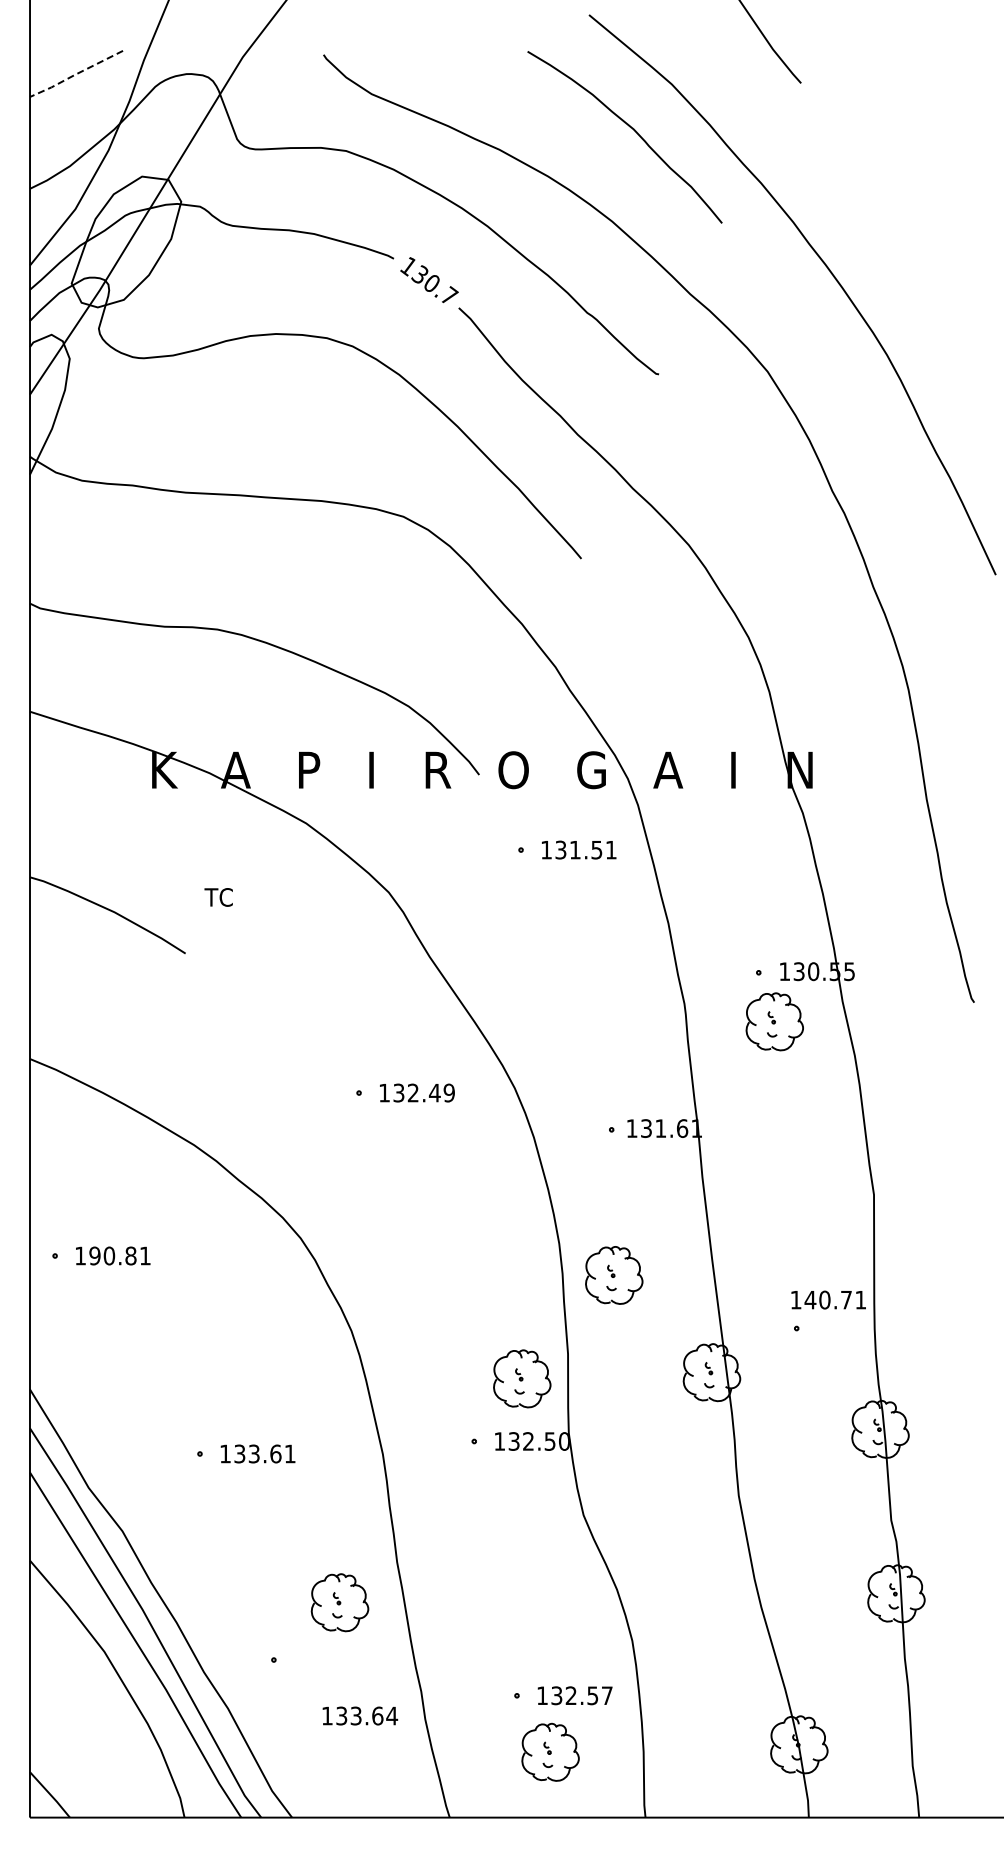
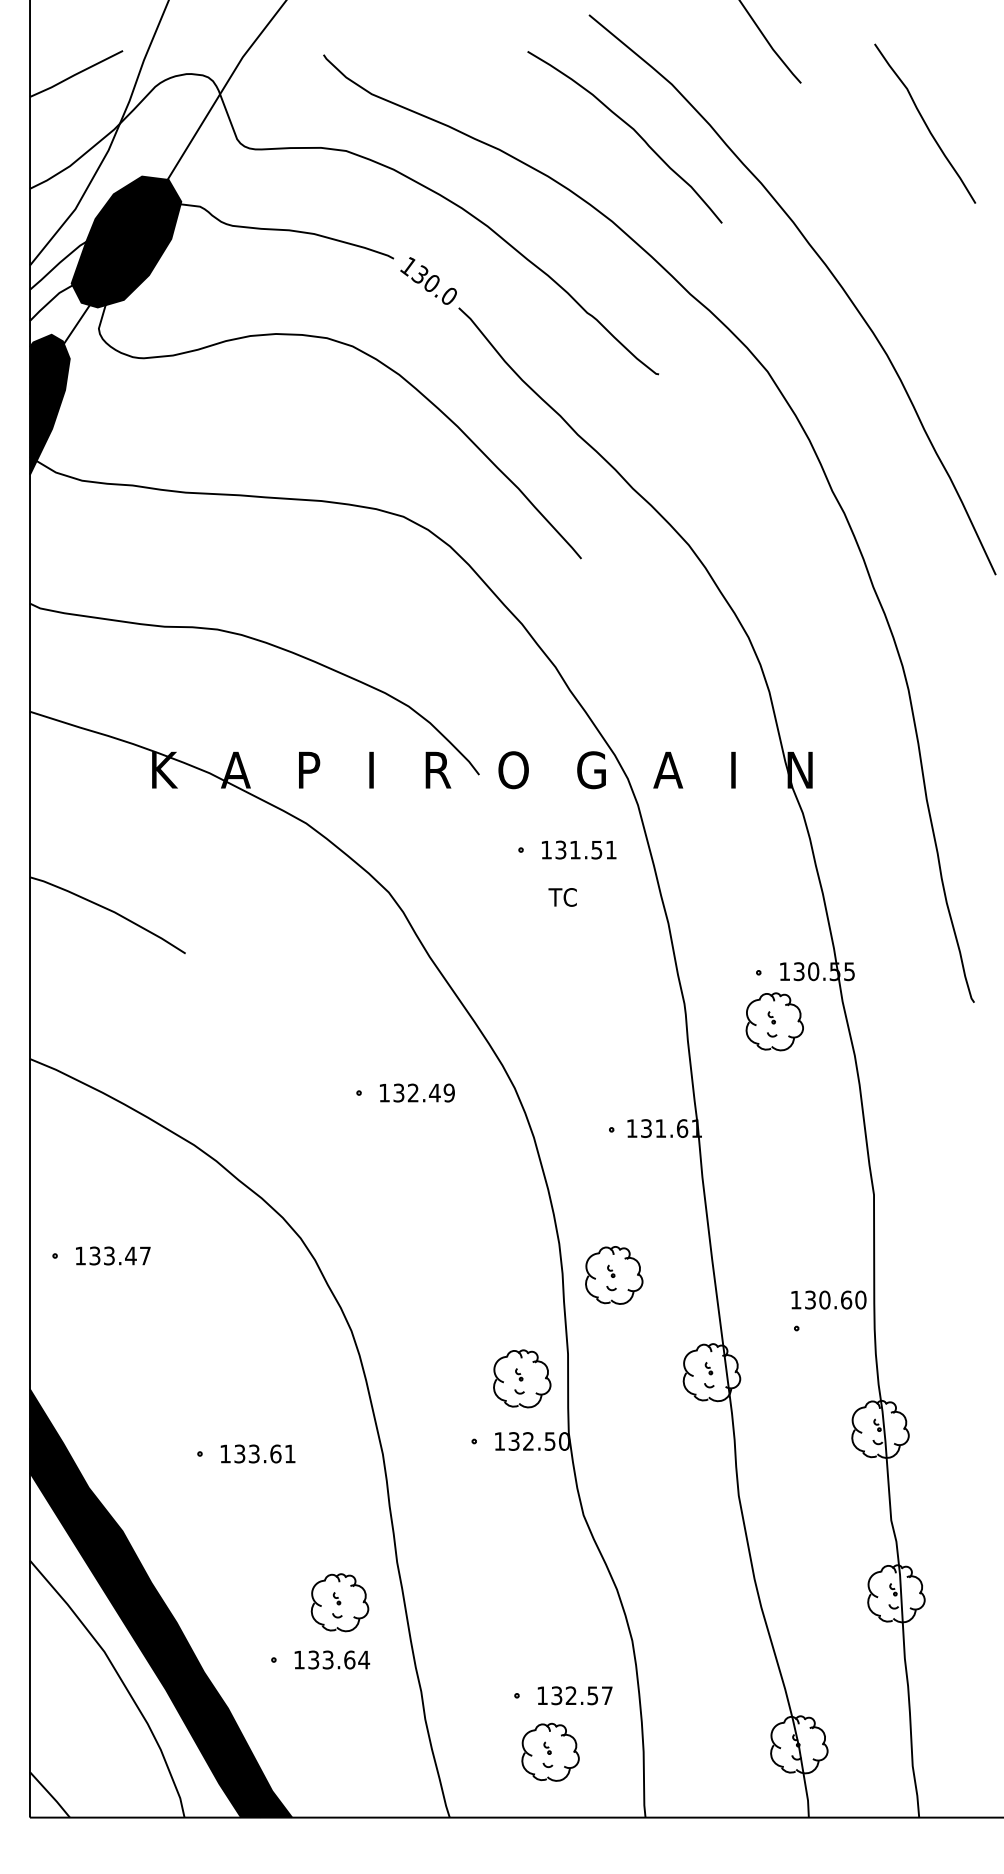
line at (75, 74): dashed -> solid
curve at (925, 123): none -> present
fill at (126, 241): none -> present
text at (449, 295): 130.7 -> 130.0
fill at (49, 404): none -> present
text at (218, 897) position: (218, 897) -> (562, 897)
text at (119, 1255): 190.81 -> 133.47
text at (835, 1299): 140.71 -> 130.60
fill at (160, 1603): none -> present
text at (360, 1715) position: (360, 1715) -> (332, 1659)
